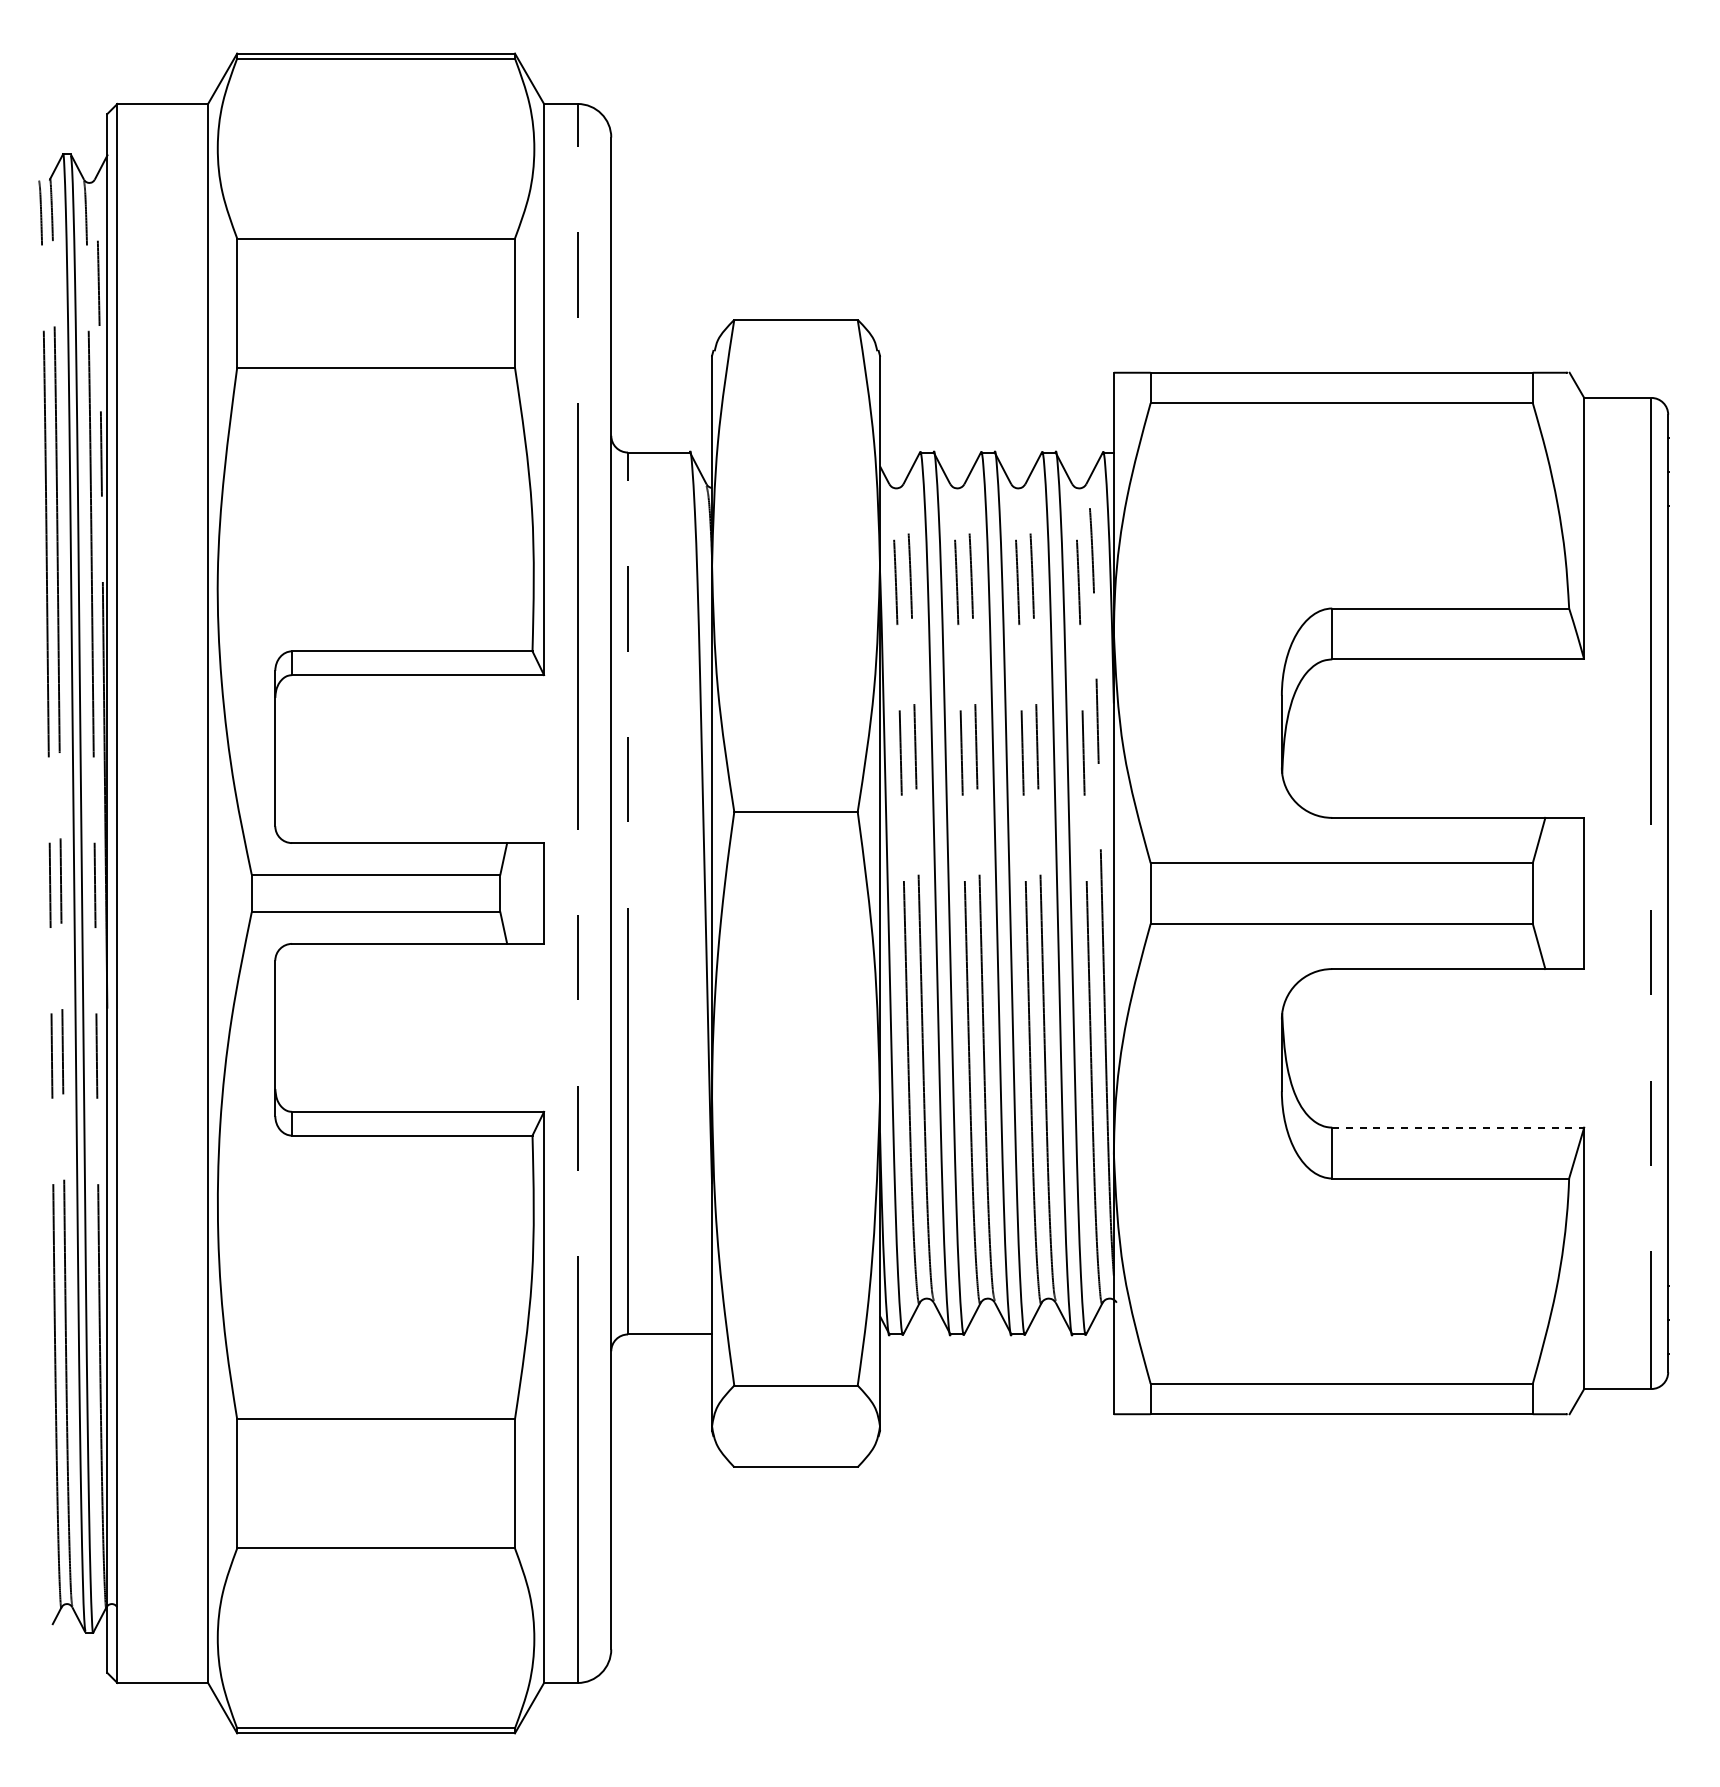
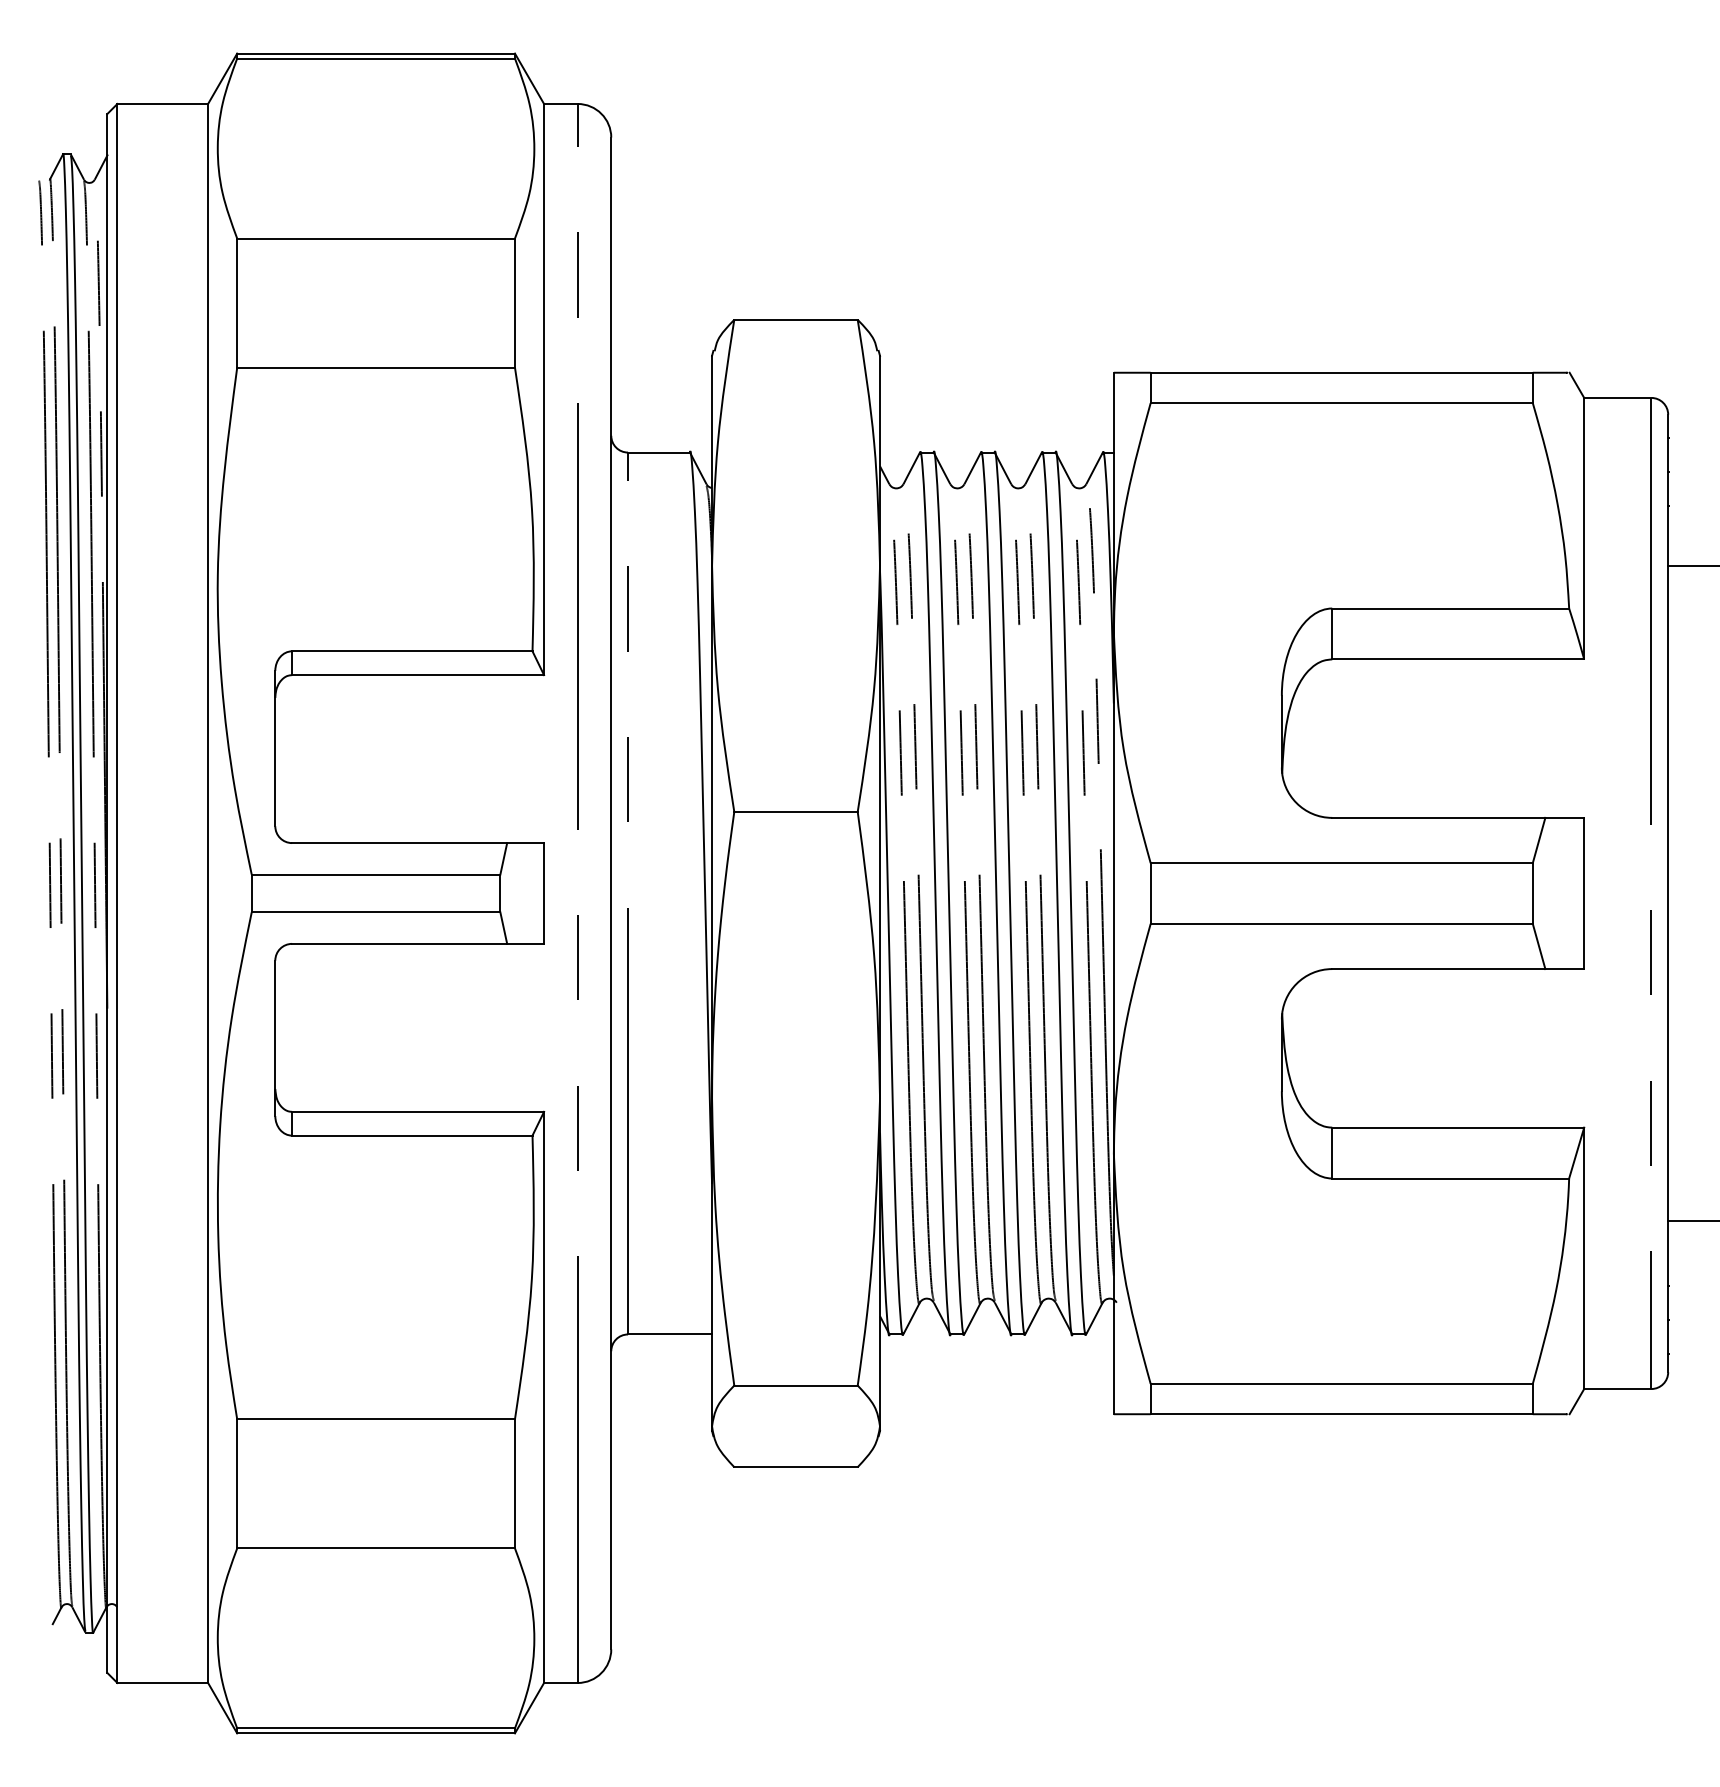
line at (1692, 565): none -> present
line at (1458, 1127): dashed -> solid
line at (1692, 1221): none -> present
